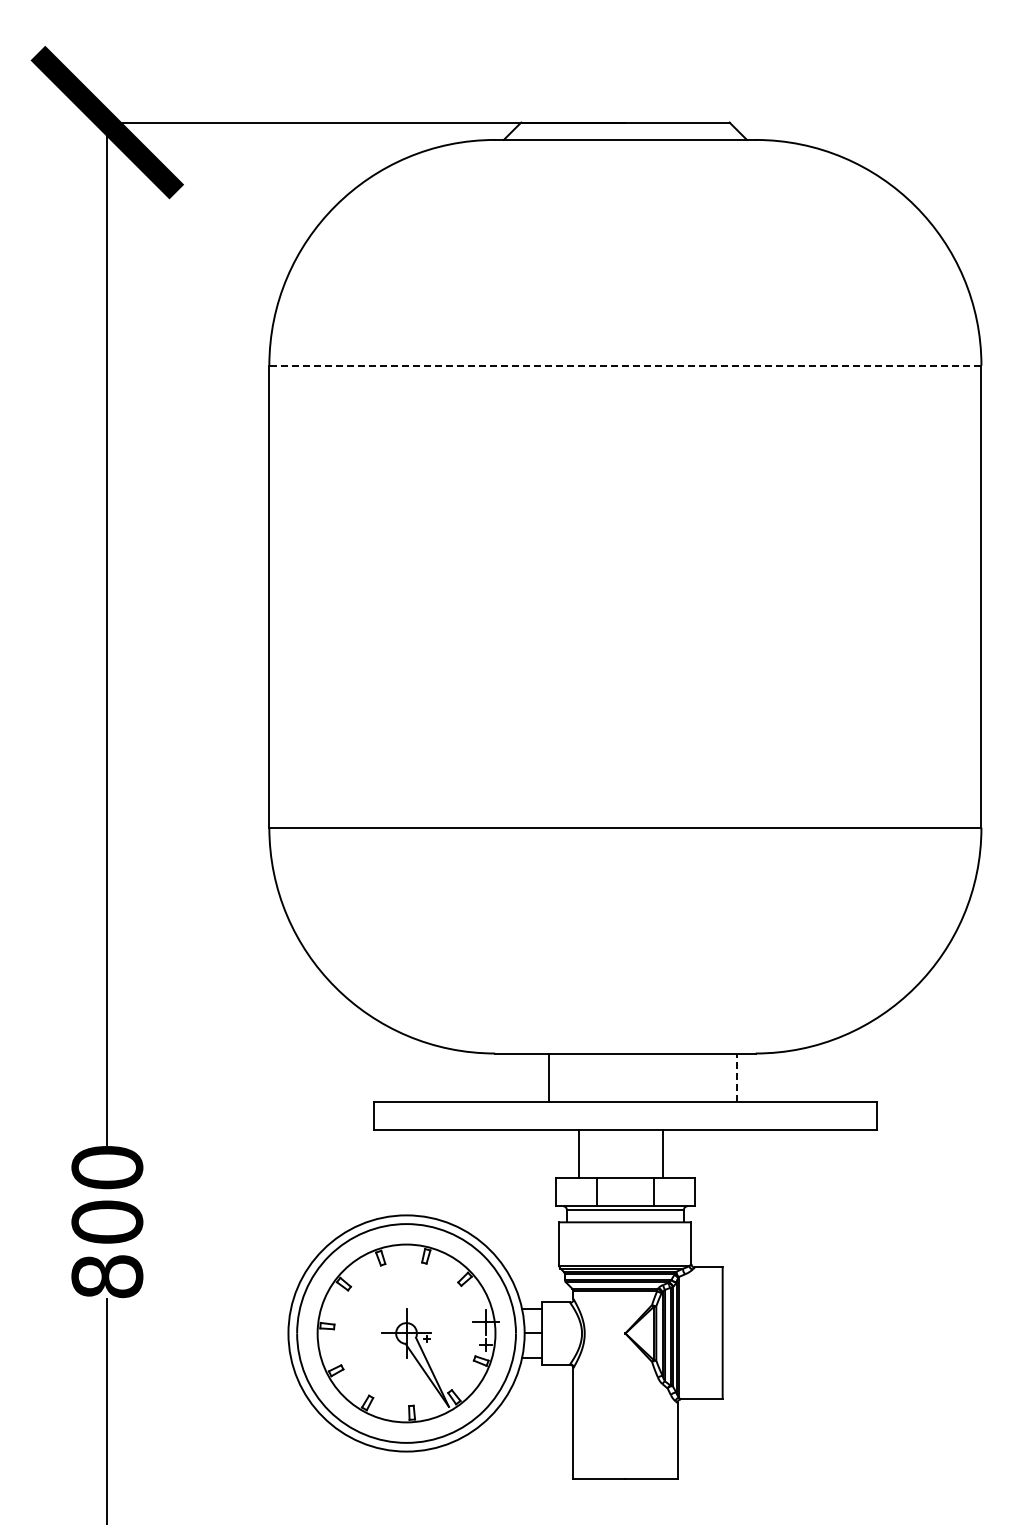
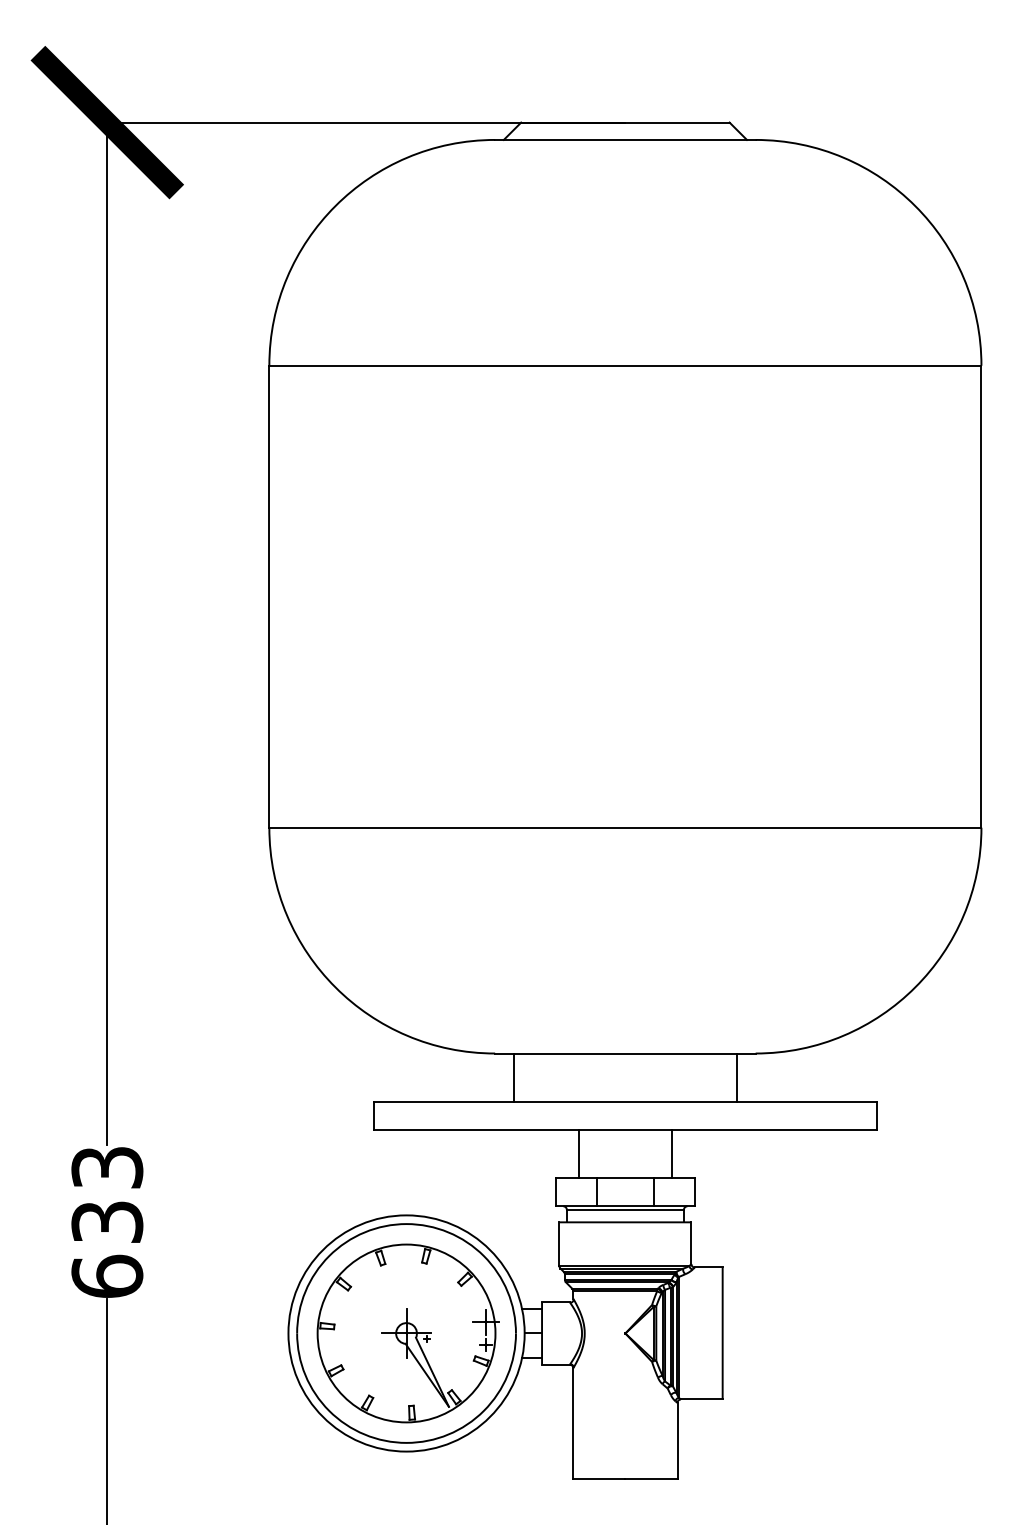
line at (624, 365): dashed -> solid
line at (549, 1077) position: (549, 1077) -> (514, 1077)
line at (736, 1077): dashed -> solid
line at (663, 1153) position: (663, 1153) -> (672, 1153)
text at (107, 1222): 800 -> 633
